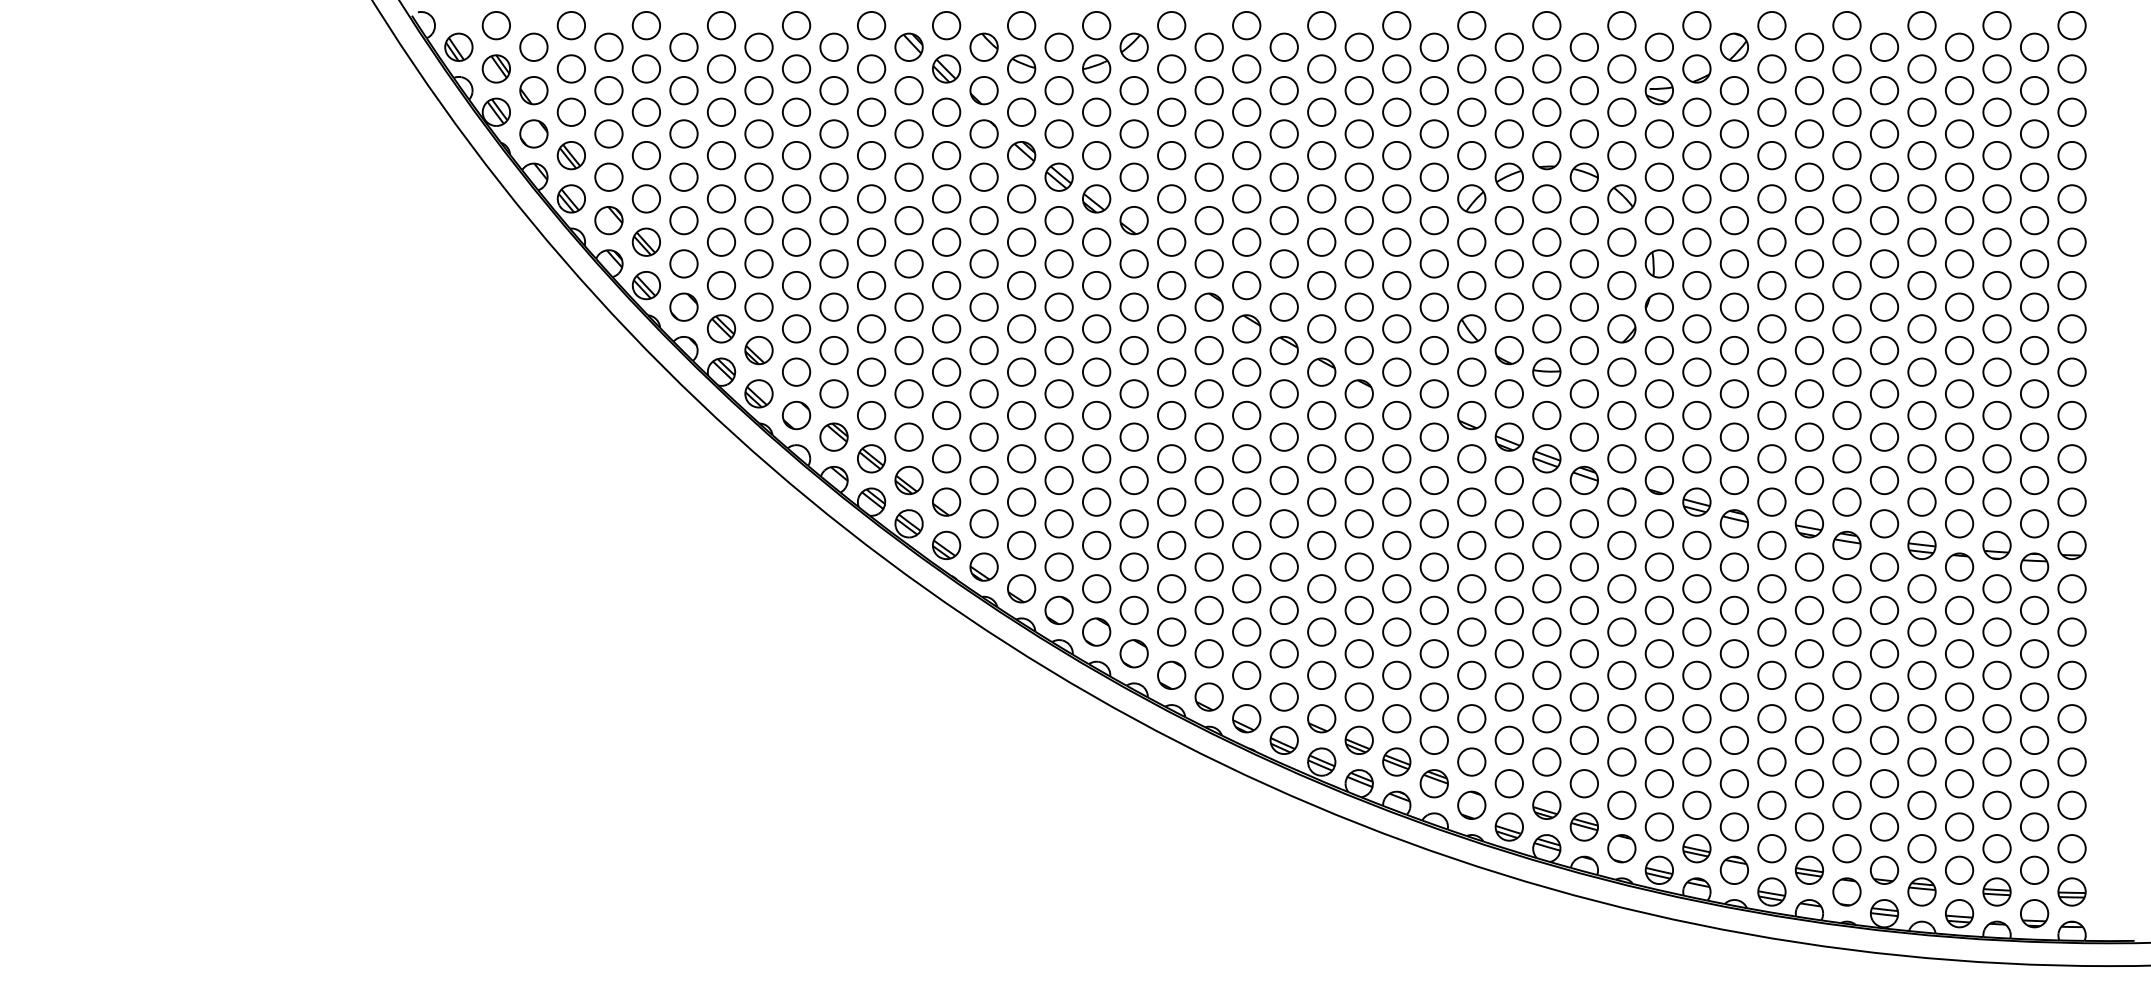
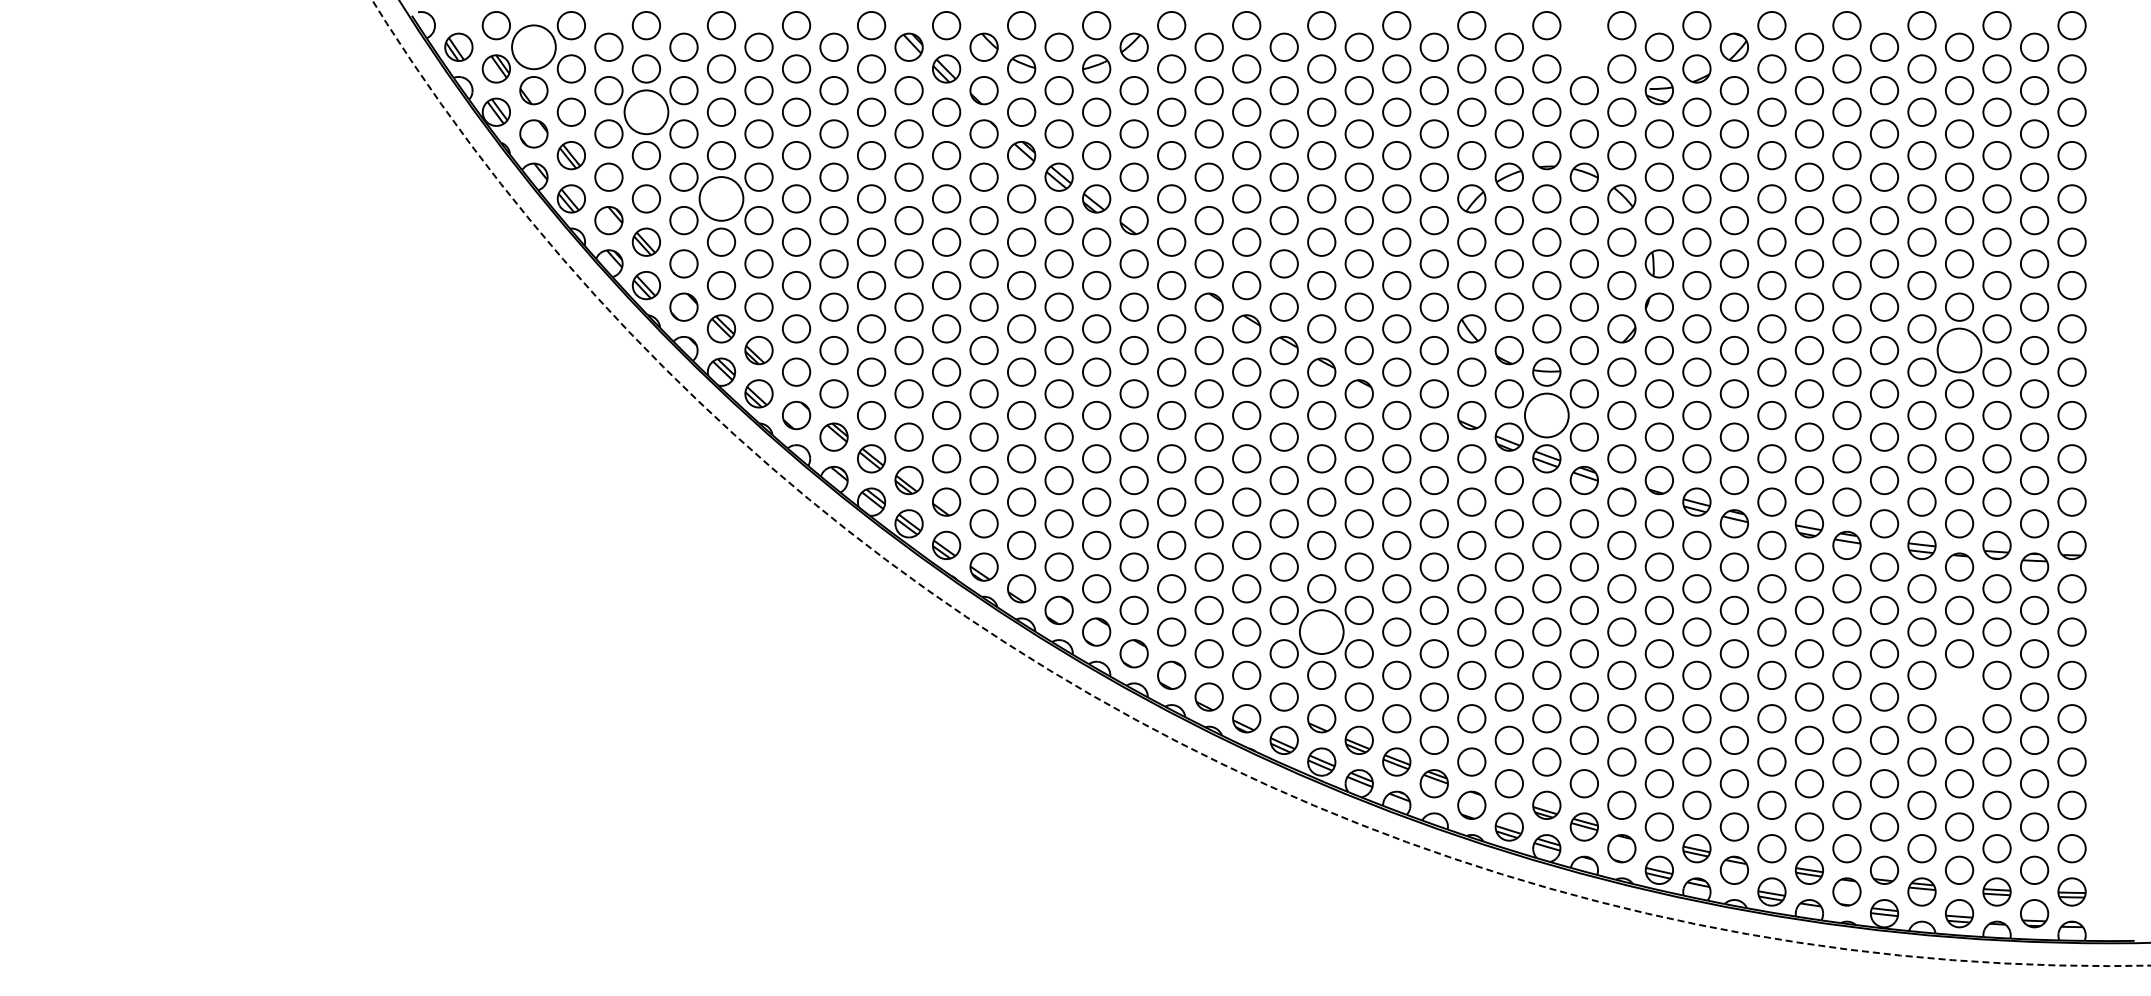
circle at (533, 46) diameter: 27 px -> 44 px
circle at (1583, 46): present -> none
circle at (646, 111) diameter: 27 px -> 44 px
circle at (721, 198) diameter: 27 px -> 44 px
circle at (1959, 350) diameter: 27 px -> 44 px
circle at (1546, 415) diameter: 27 px -> 44 px
circle at (1261, 483): solid -> dashed
circle at (1321, 631) diameter: 27 px -> 44 px
circle at (1959, 696): present -> none
